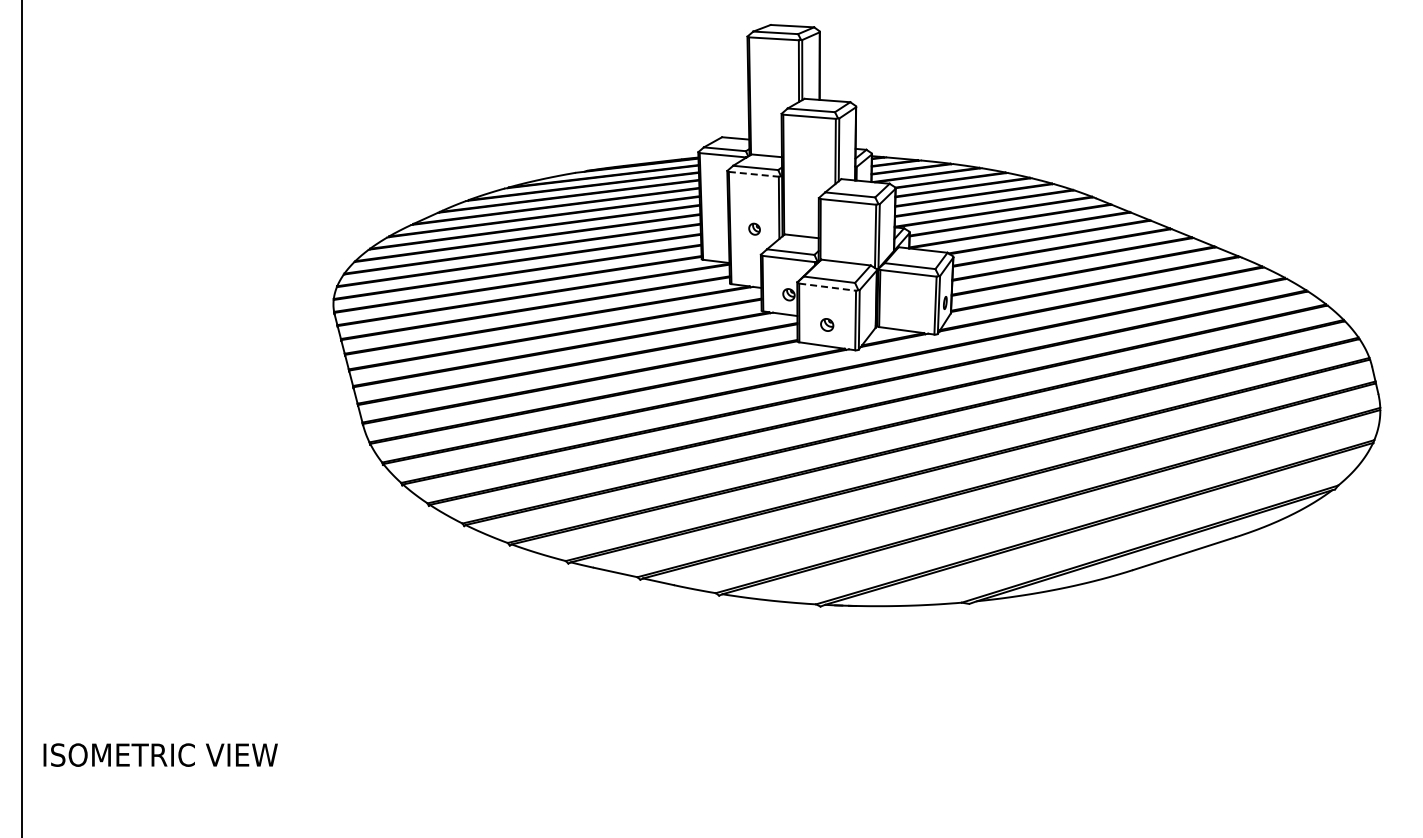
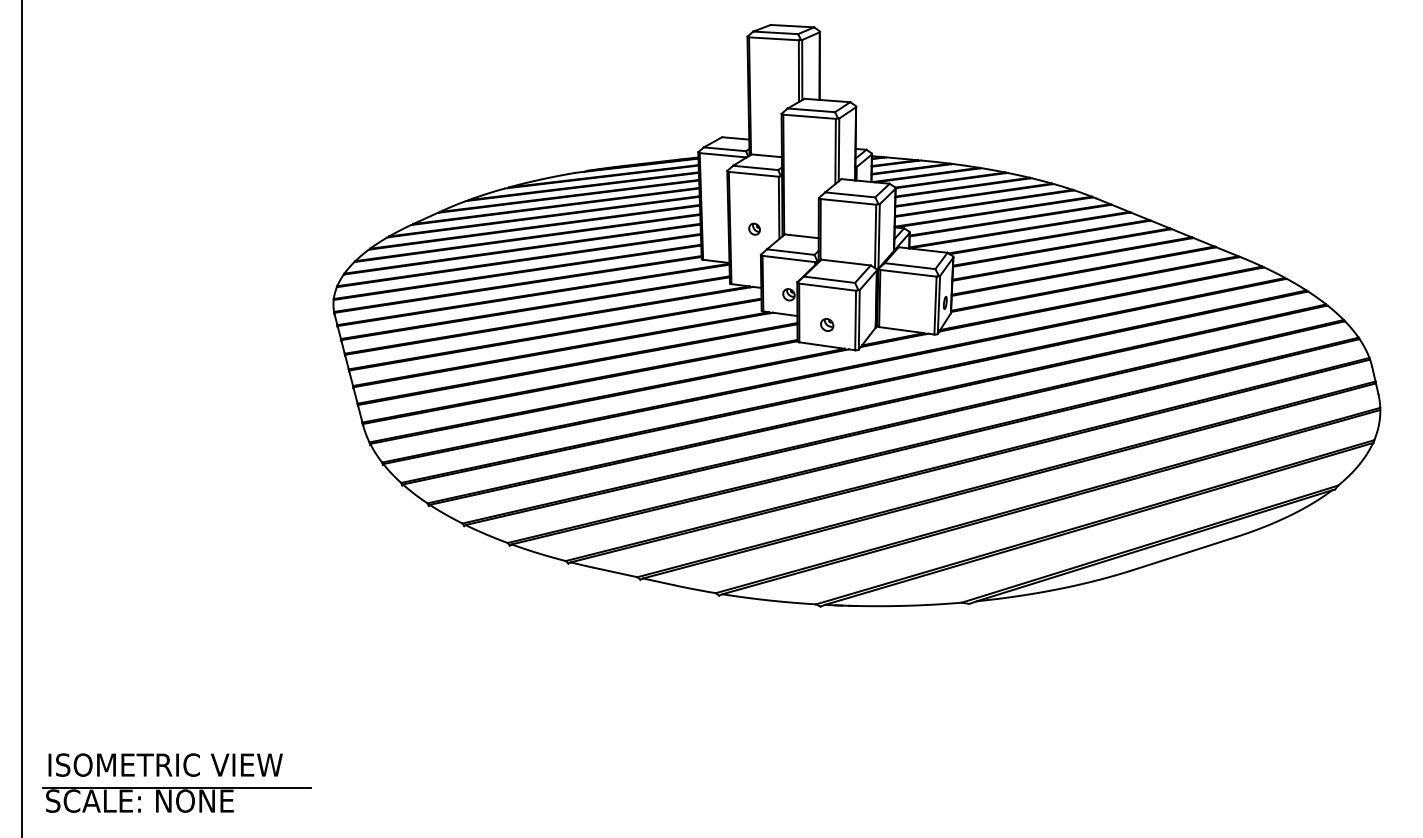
line at (754, 174): dashed -> solid
line at (827, 287): dashed -> solid
text at (160, 754) position: (160, 754) -> (165, 764)
part at (176, 799): none -> present
